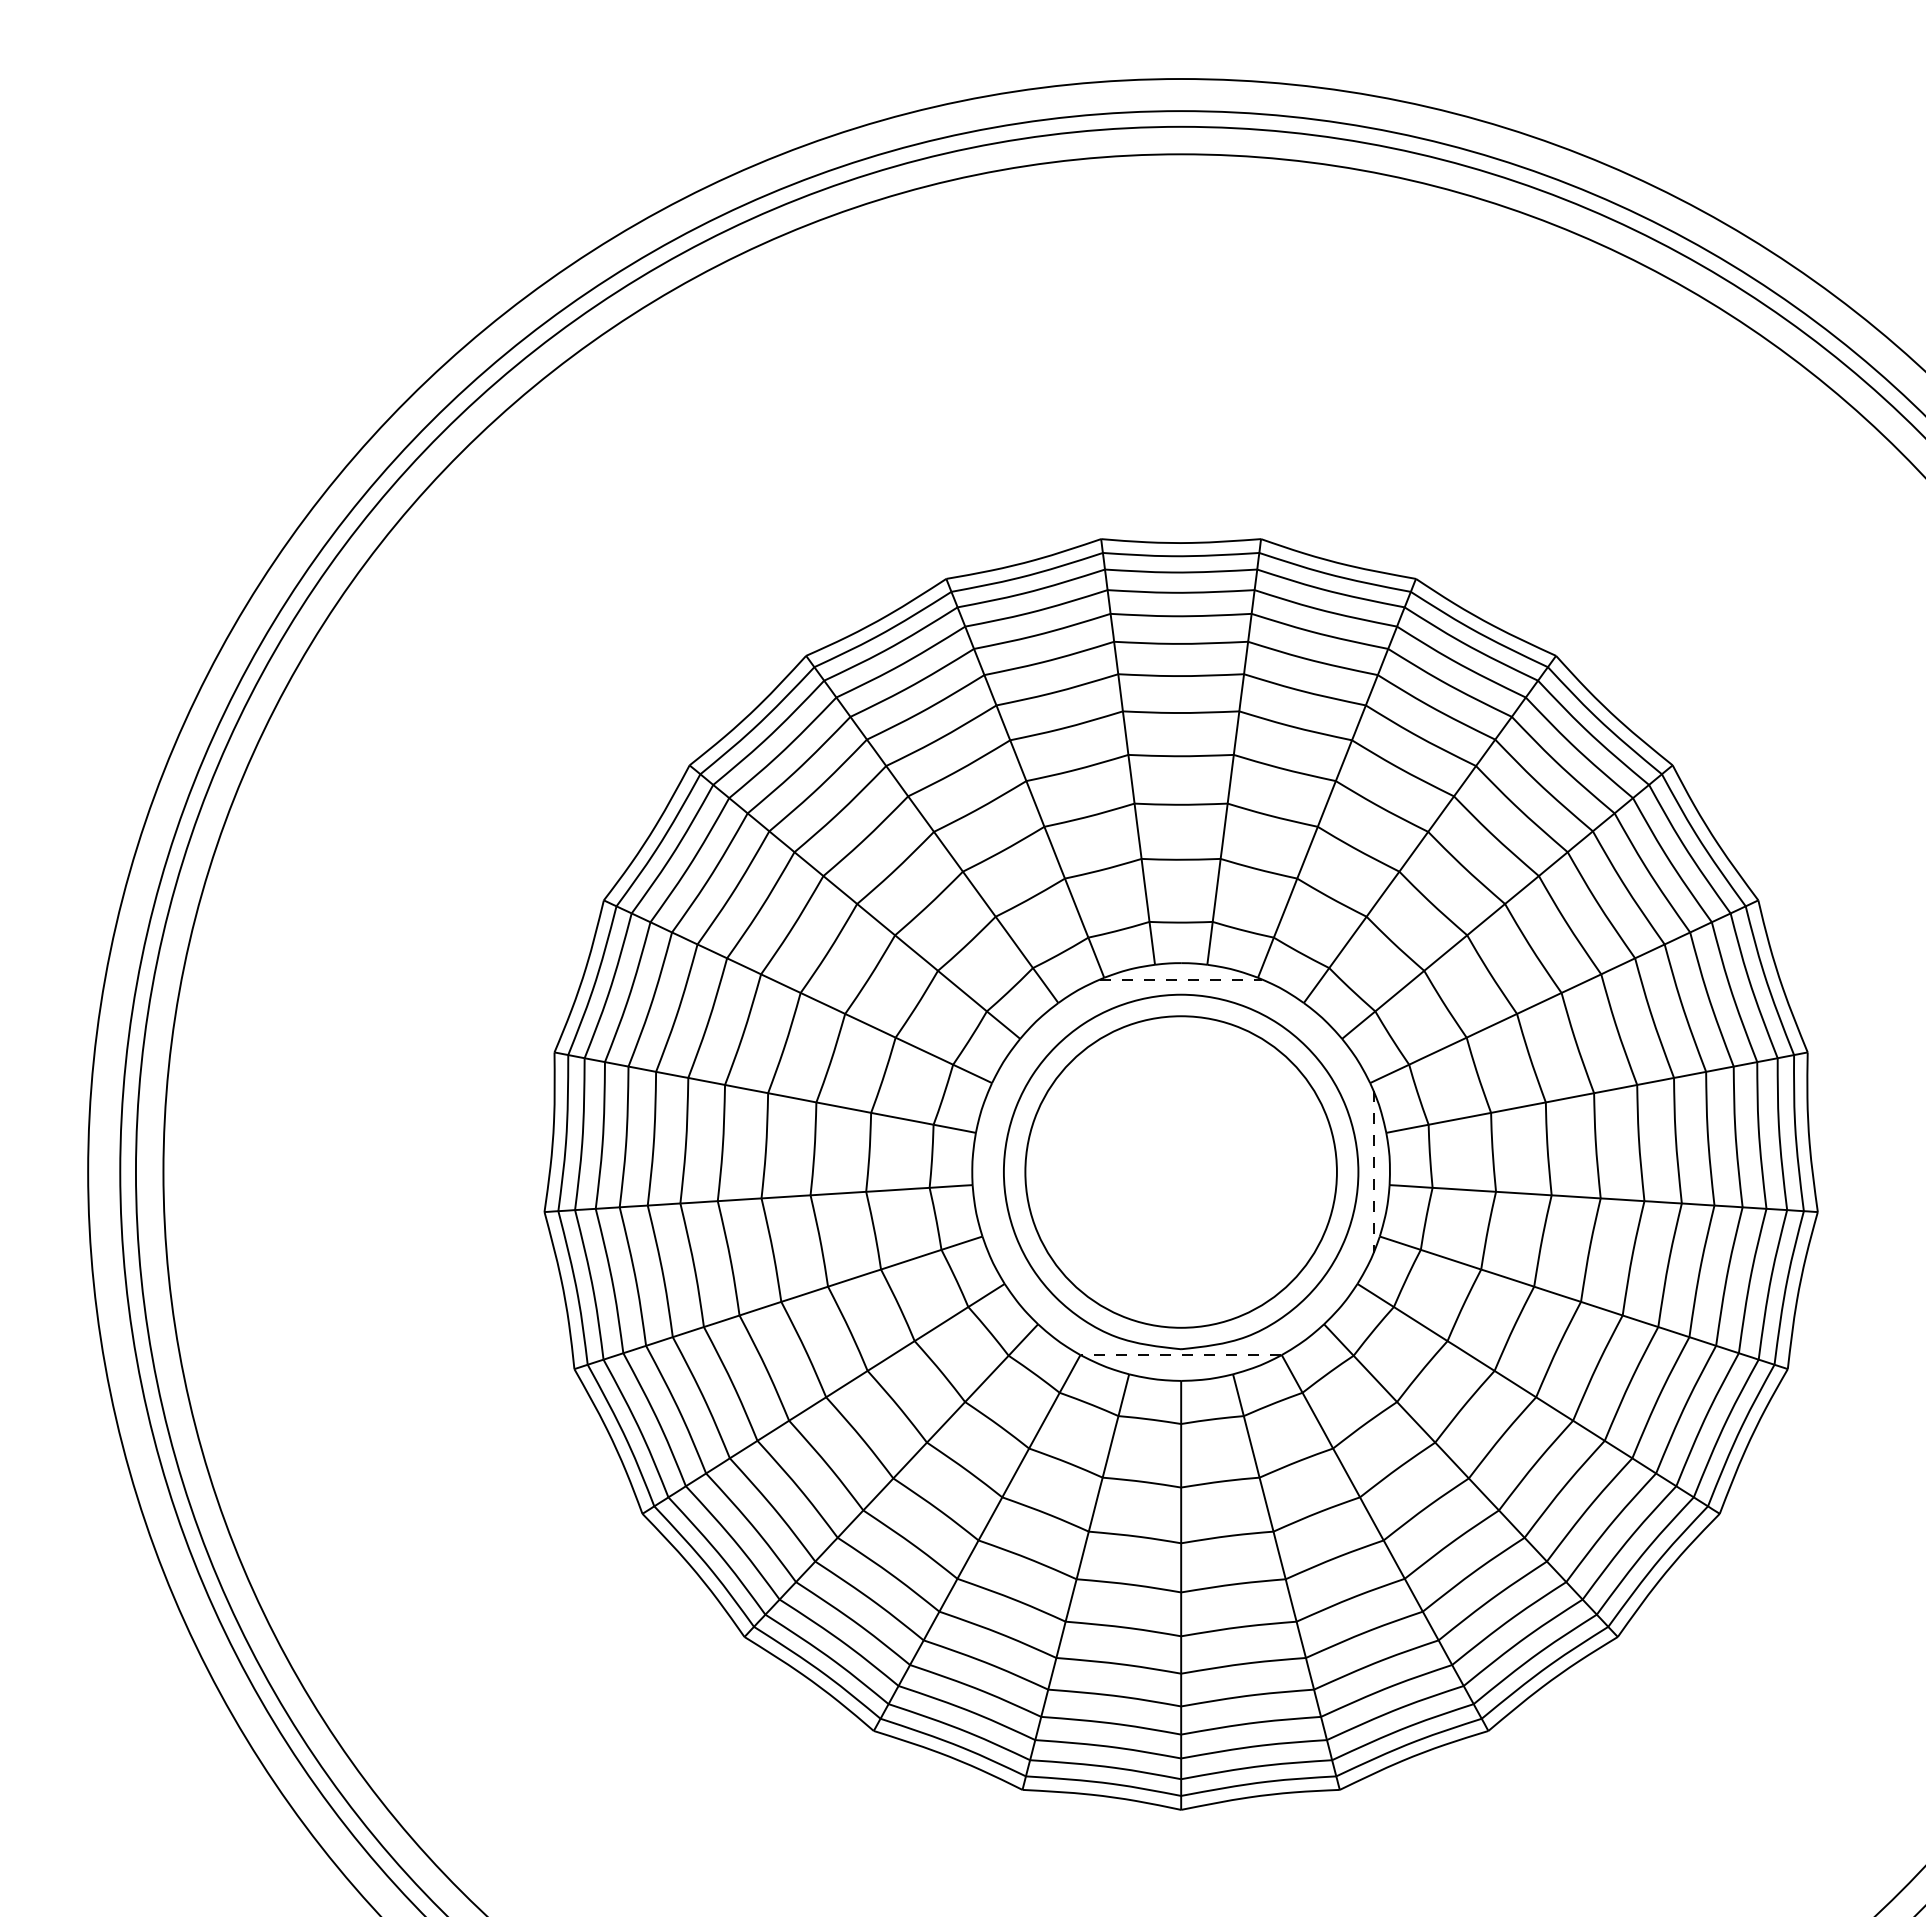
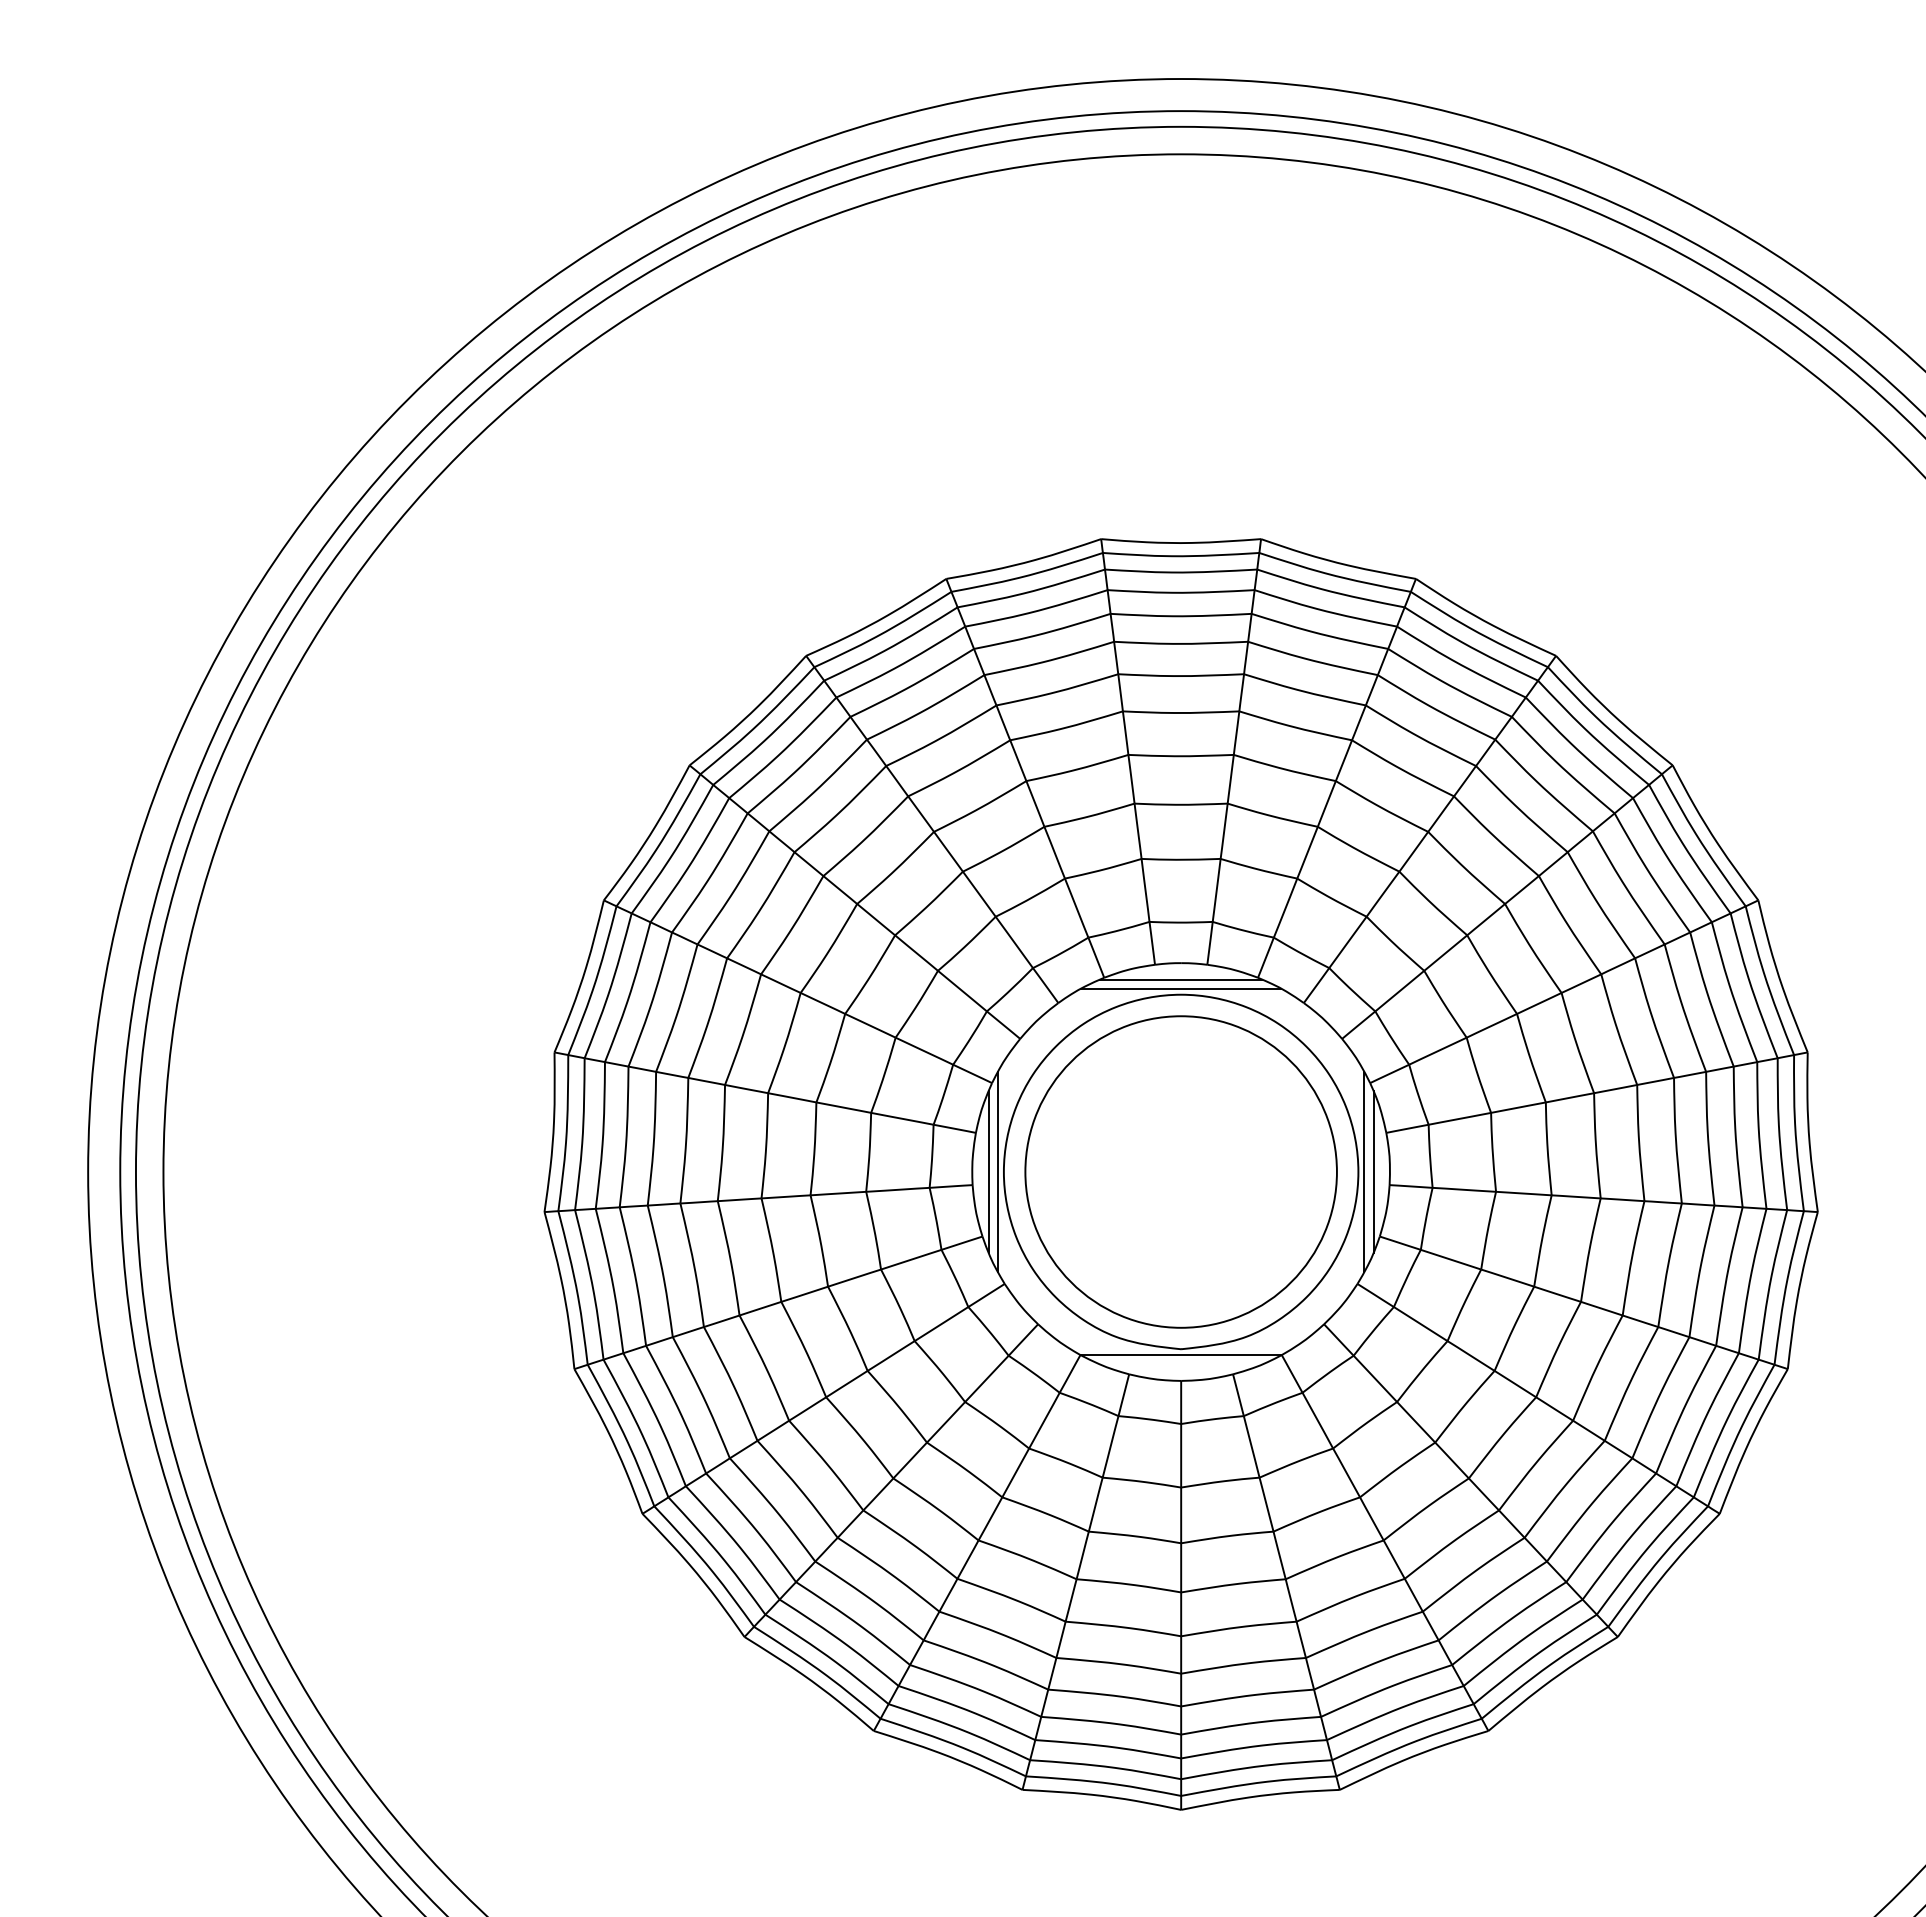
line at (1181, 979): dashed -> solid
line at (1181, 988): none -> present
line at (988, 1171): none -> present
line at (997, 1171): none -> present
line at (1364, 1171): none -> present
line at (1373, 1172): dashed -> solid
line at (1180, 1355): dashed -> solid
